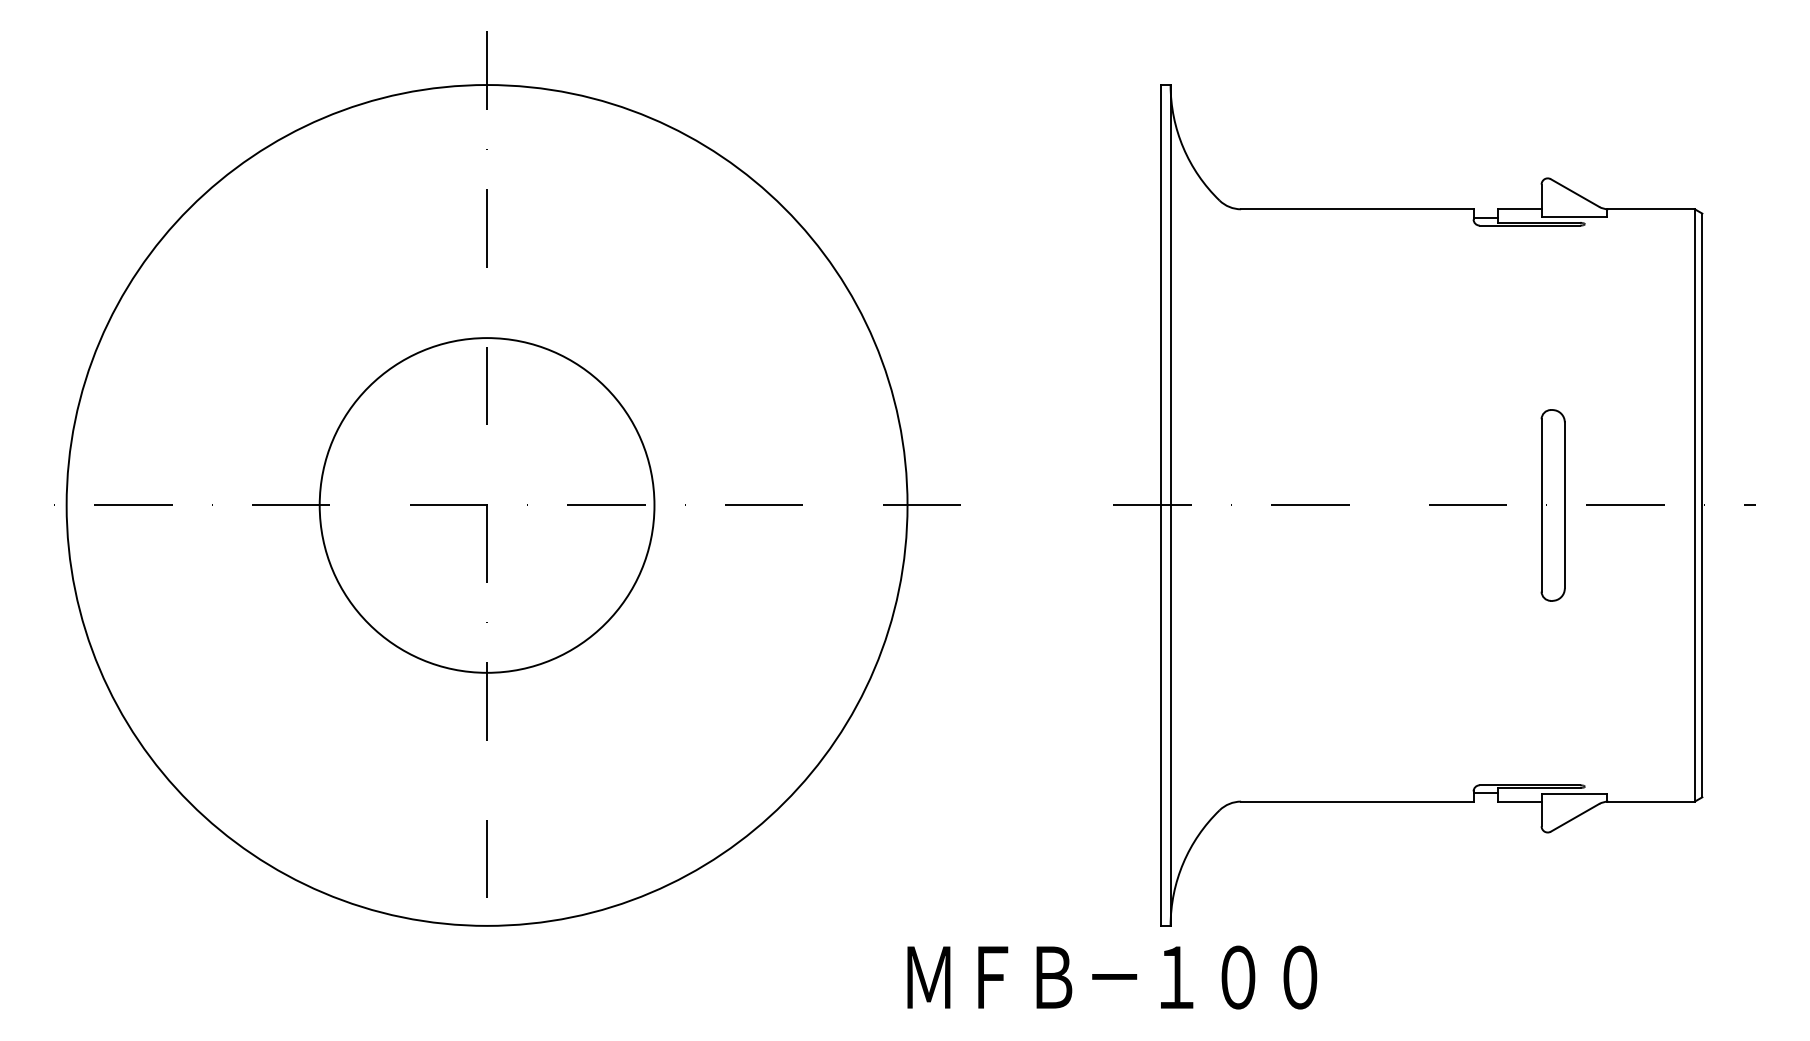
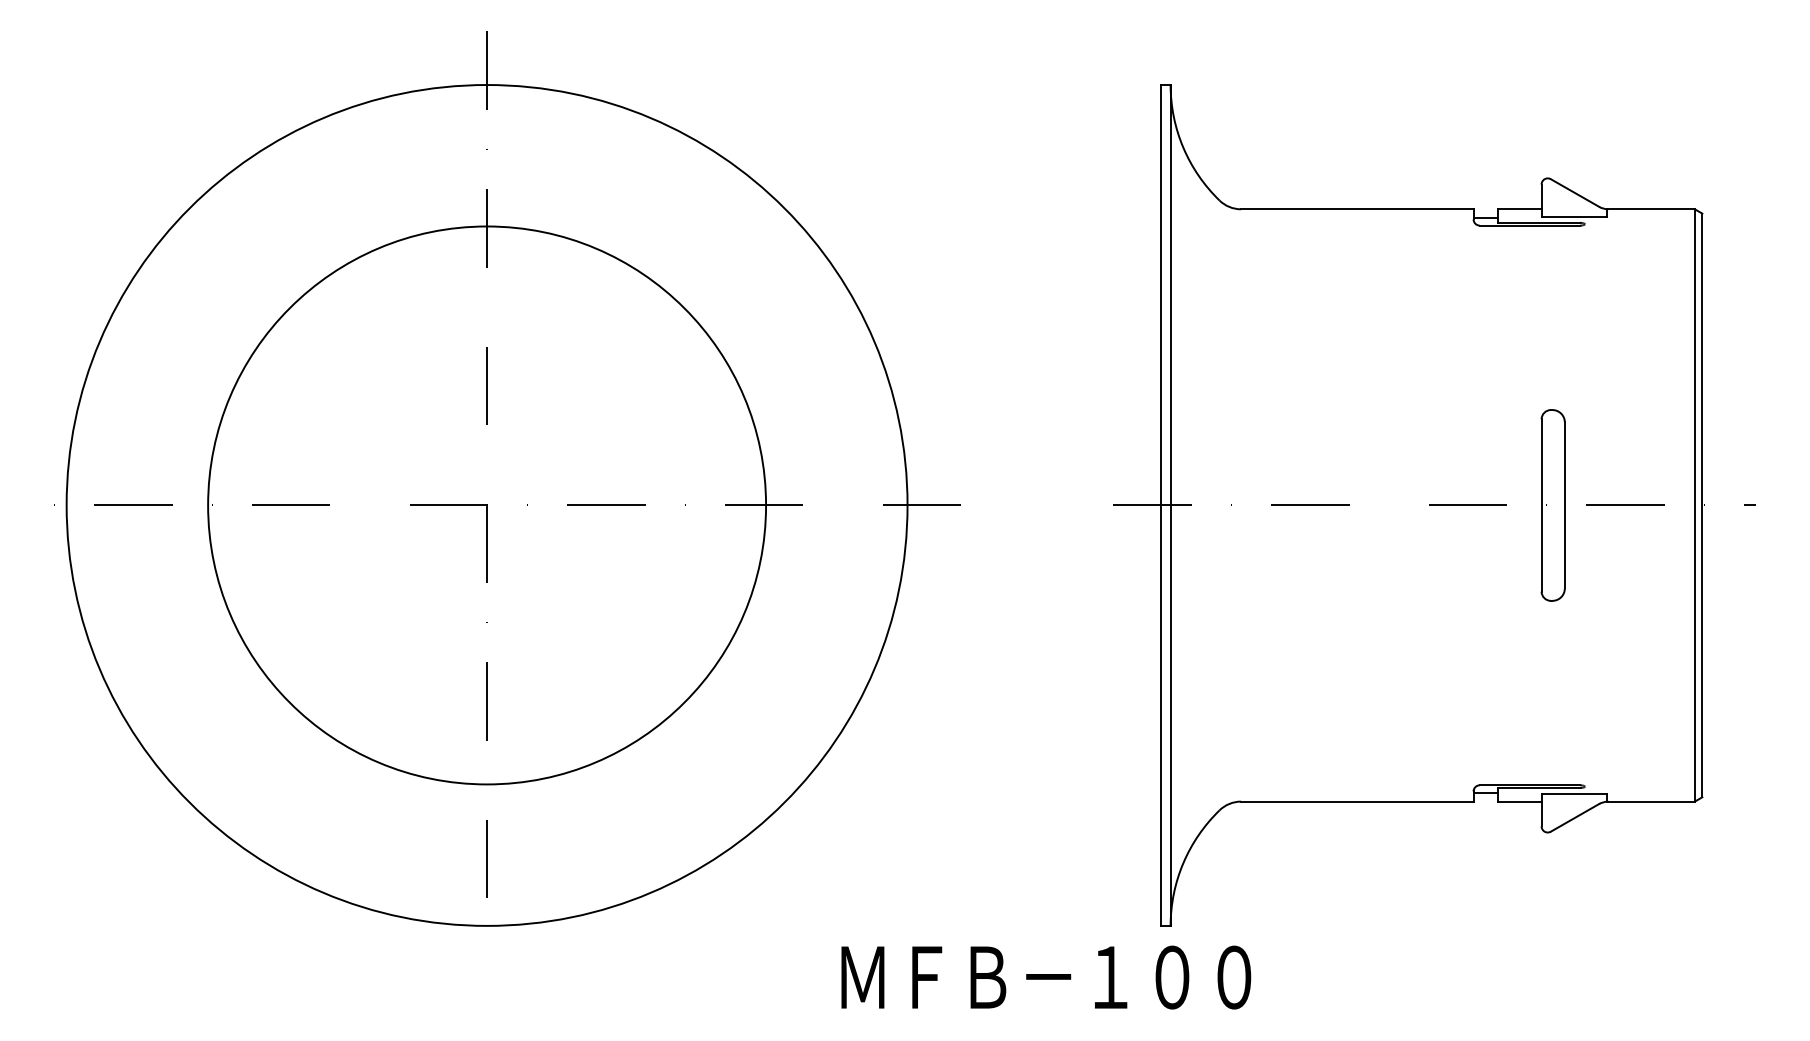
circle at (486, 505) diameter: 335 px -> 558 px
text at (1112, 977) position: (1112, 977) -> (1046, 977)
